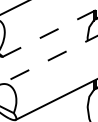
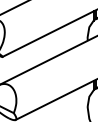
line at (49, 33): dashed -> solid
line at (48, 60): dashed -> solid
